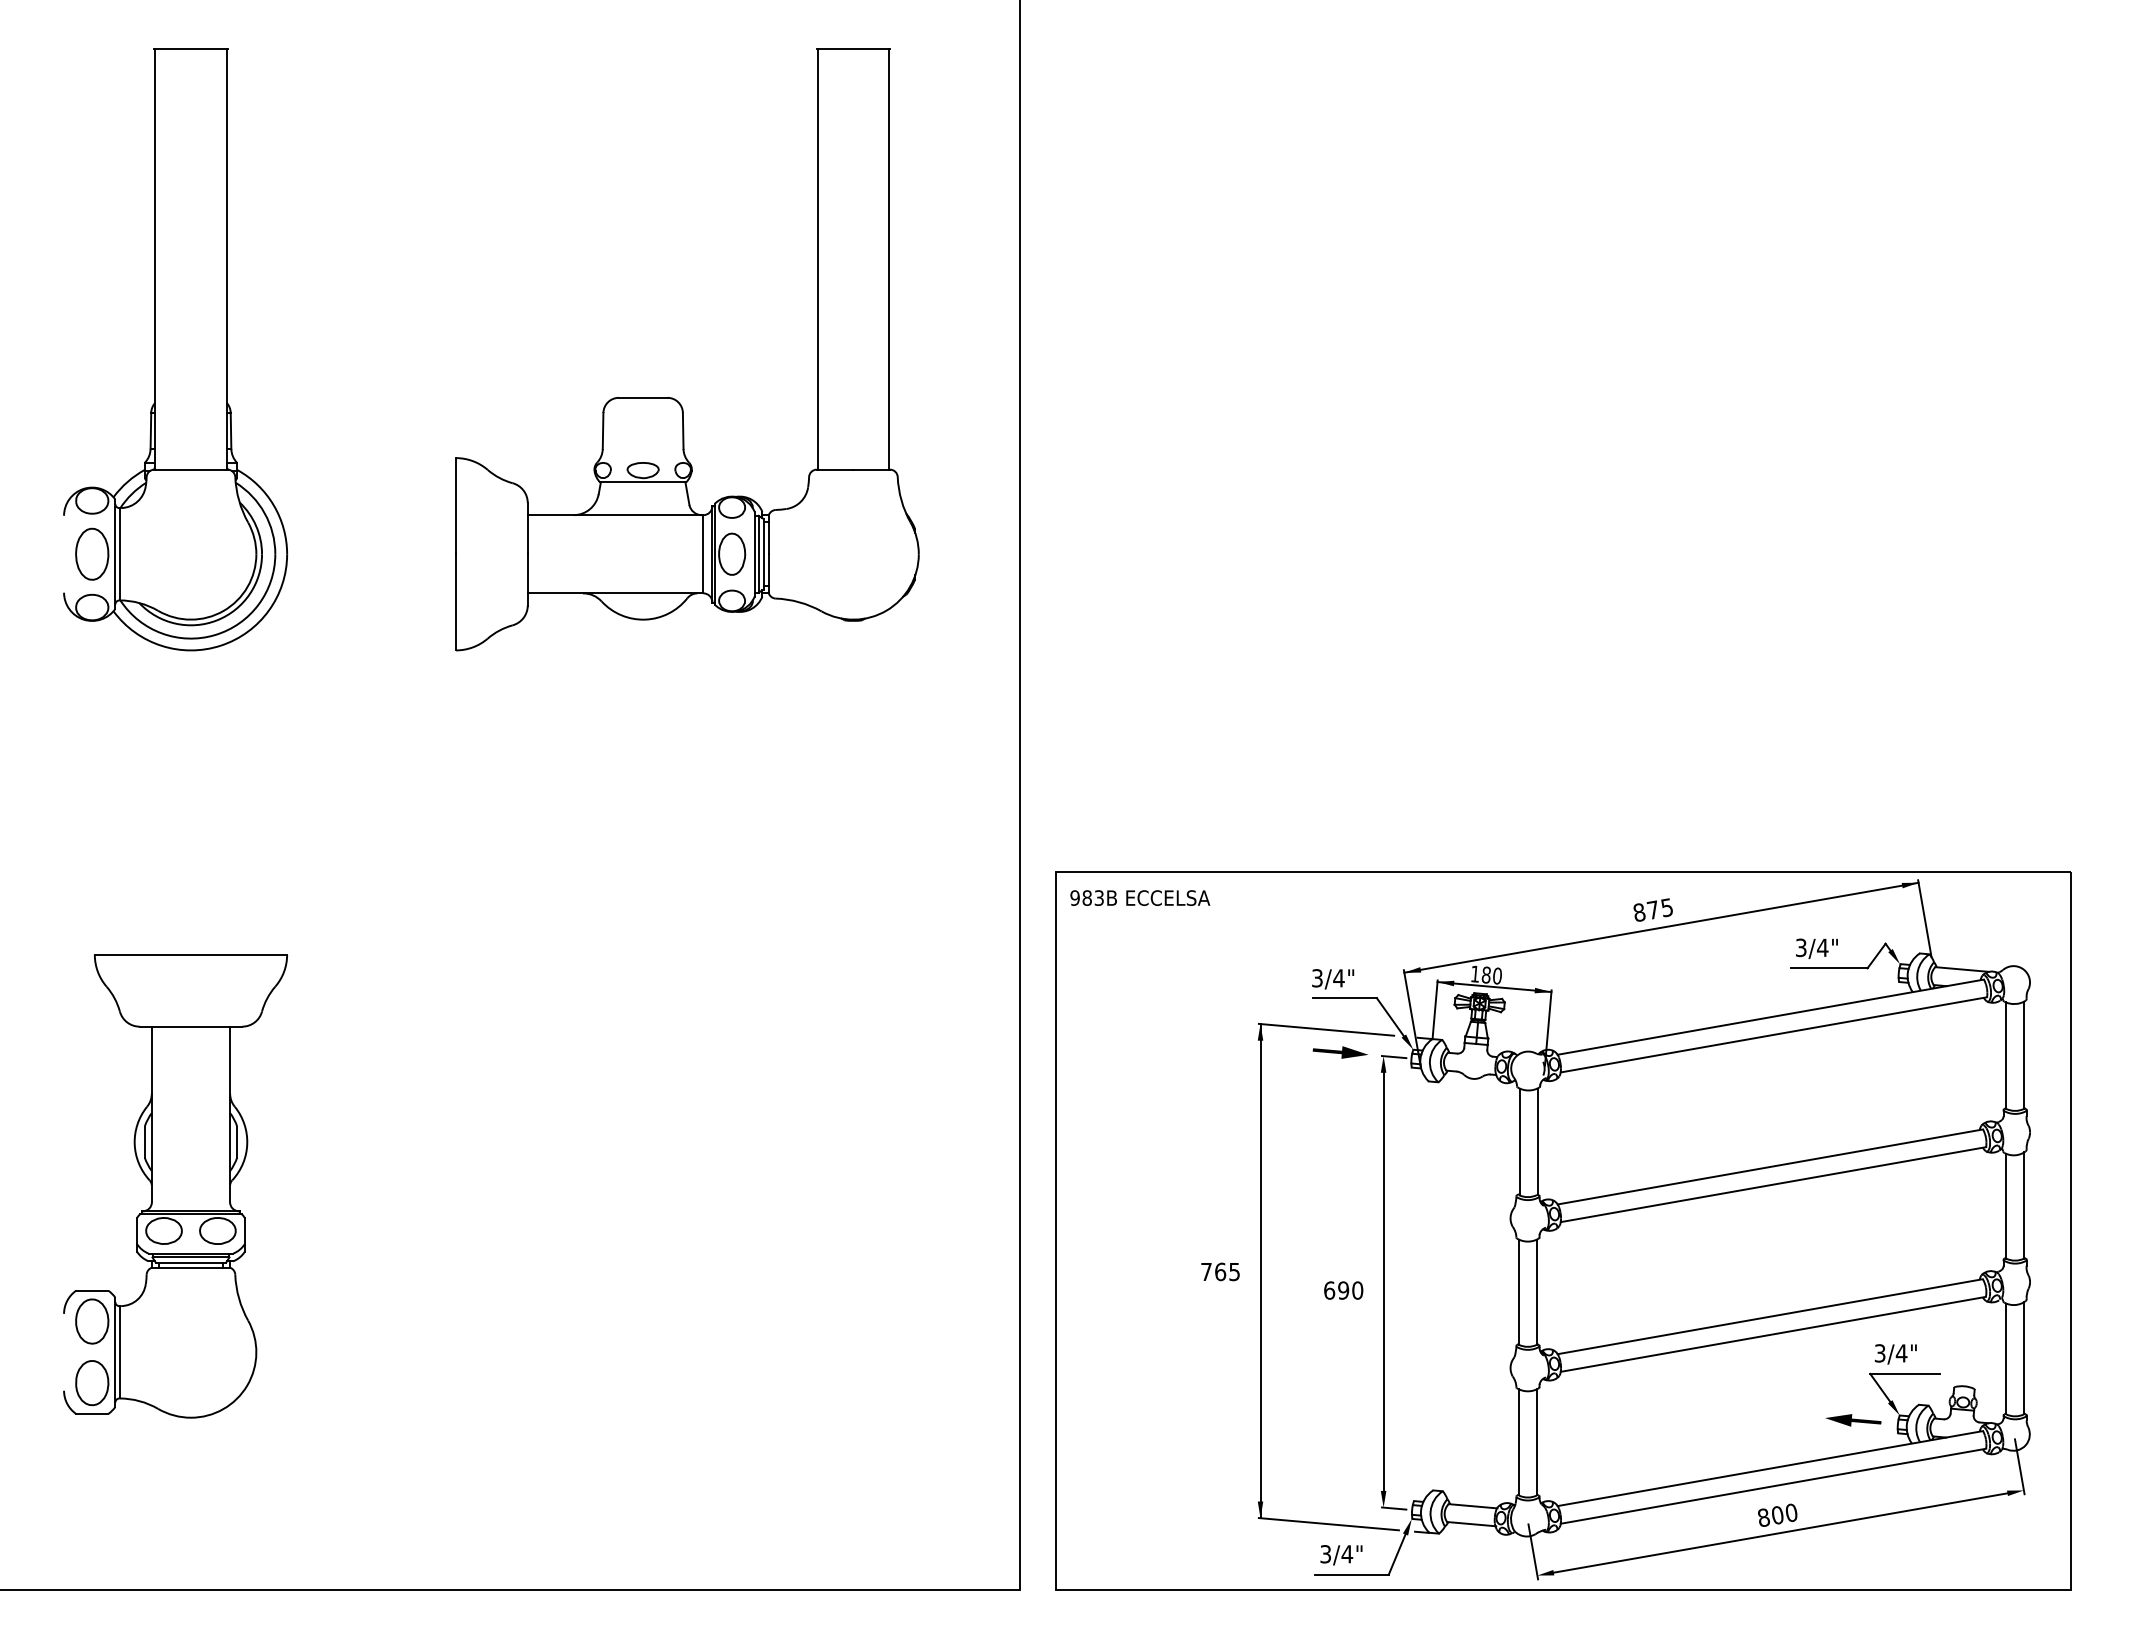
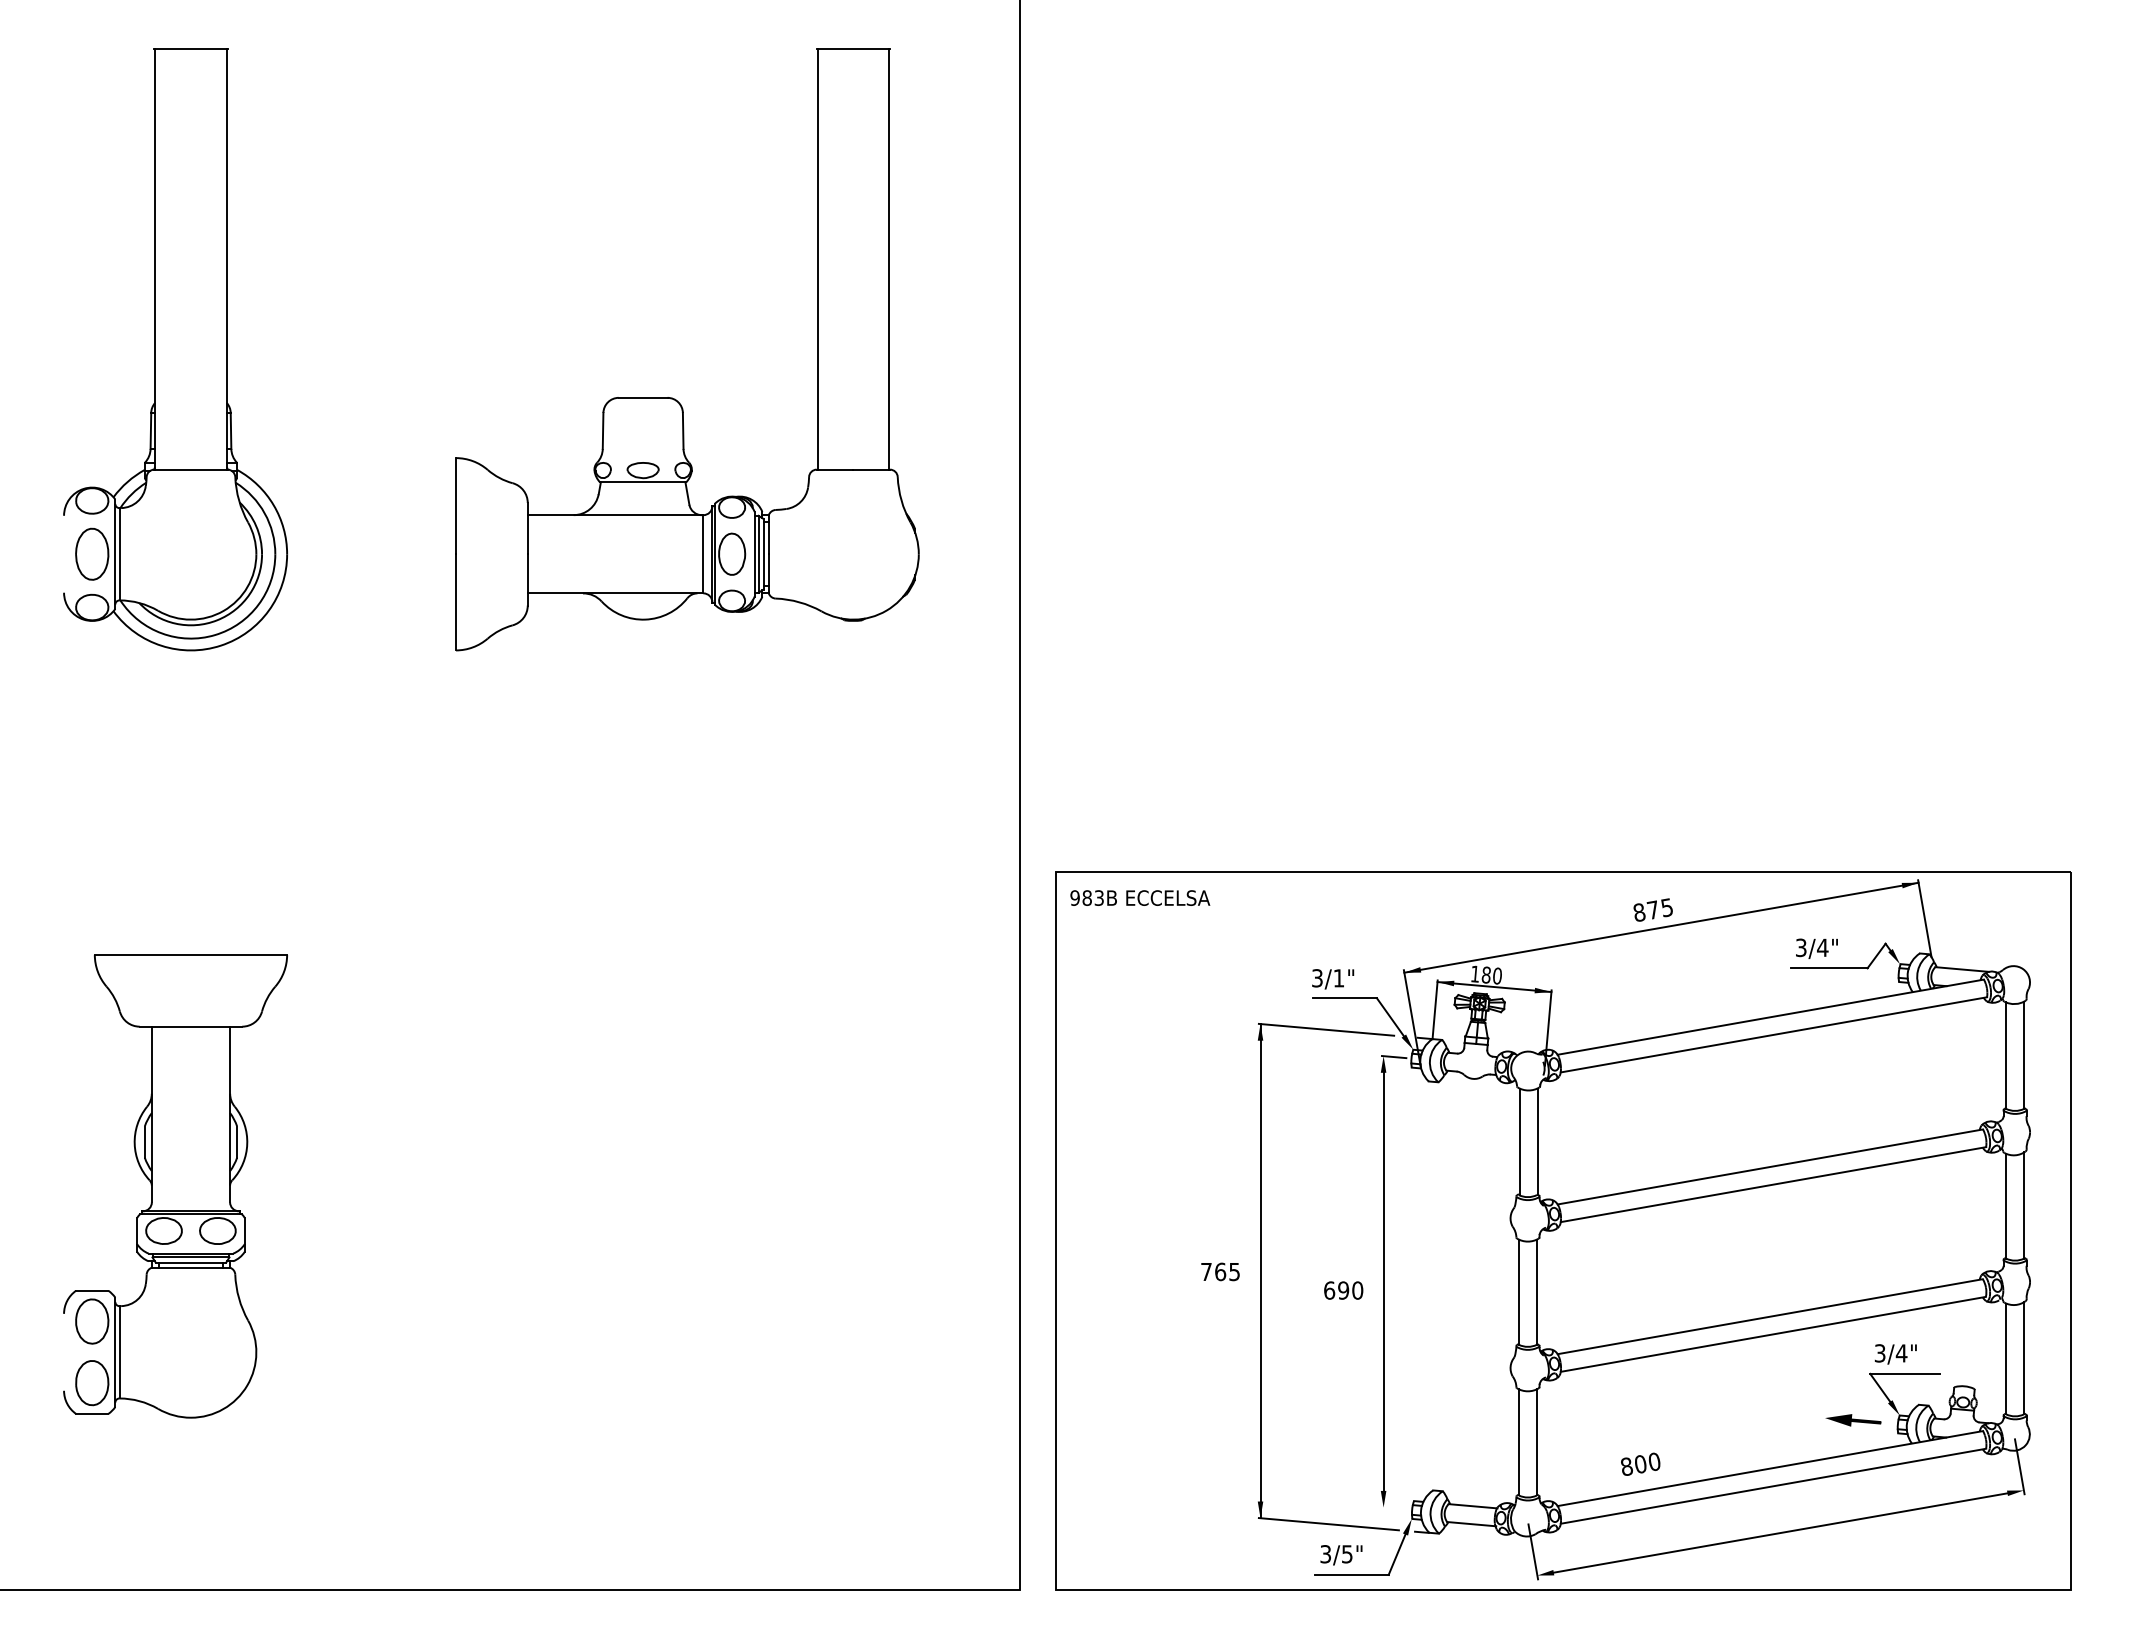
text at (1338, 978): 3/4" -> 3/1"
part at (1339, 1052): present -> none
line at (1393, 1508): present -> none
text at (1777, 1514) position: (1777, 1514) -> (1640, 1463)
text at (1347, 1554): 3/4" -> 3/5"
